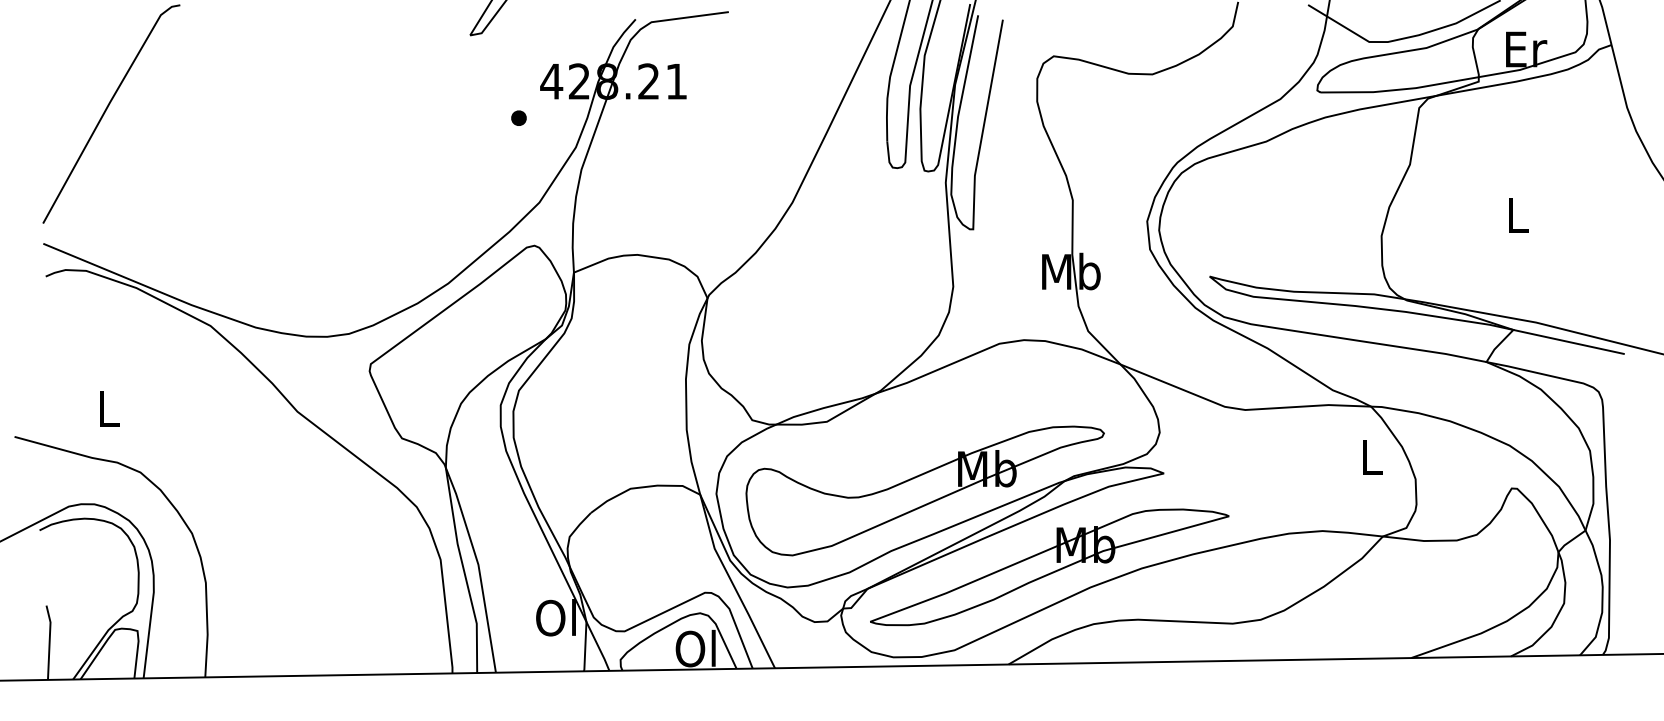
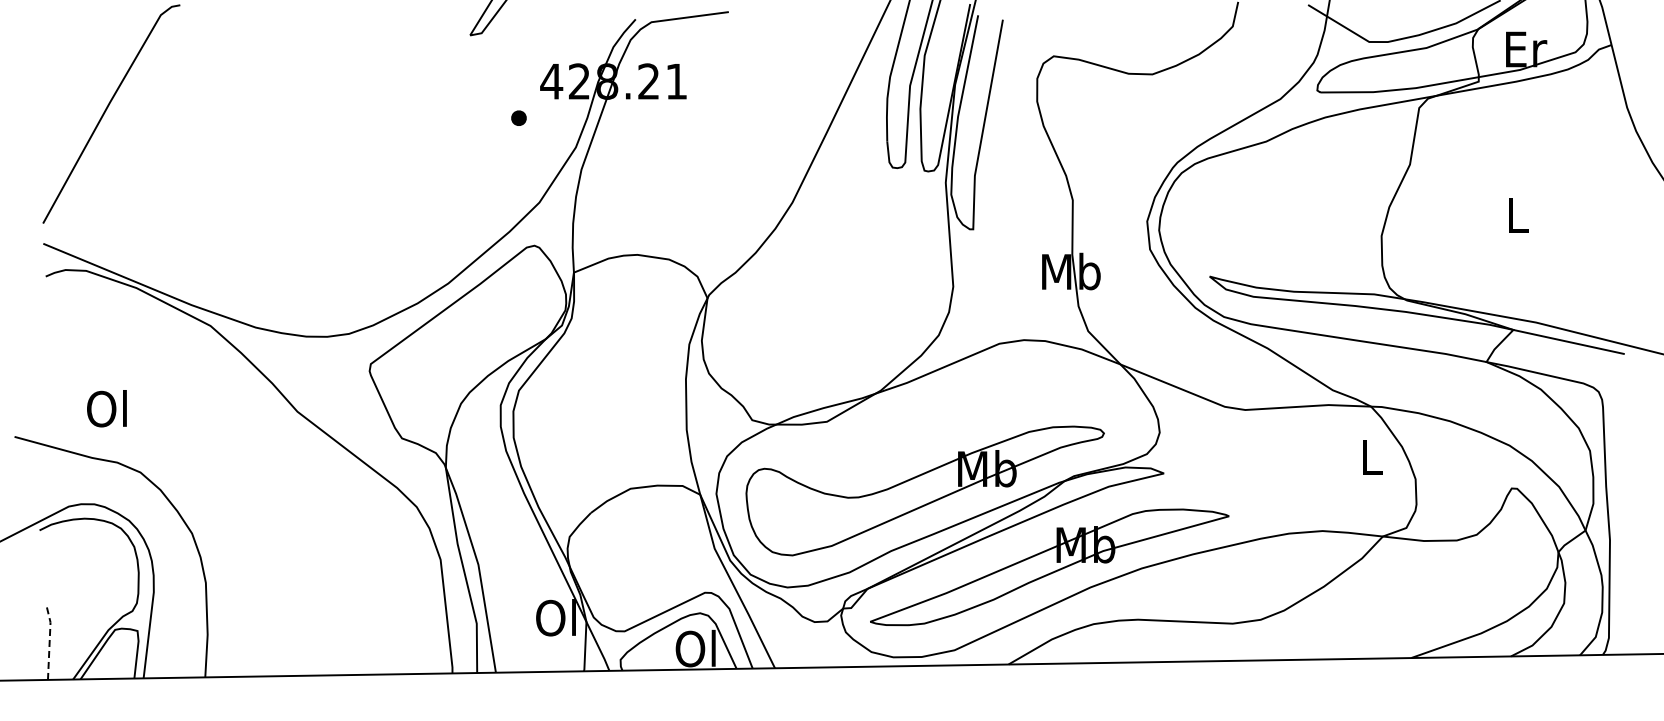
text at (106, 408): L -> Ol
line at (49, 641): solid -> dashed
